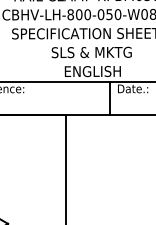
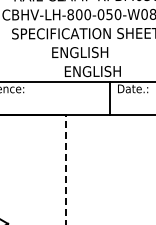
text at (91, 52): SLS & MKTG -> ENGLISH
line at (65, 169): solid -> dashed
